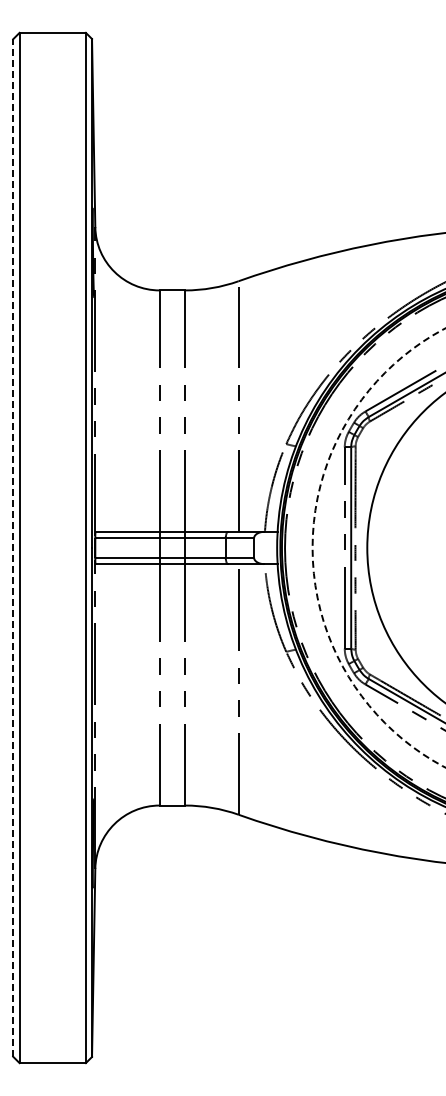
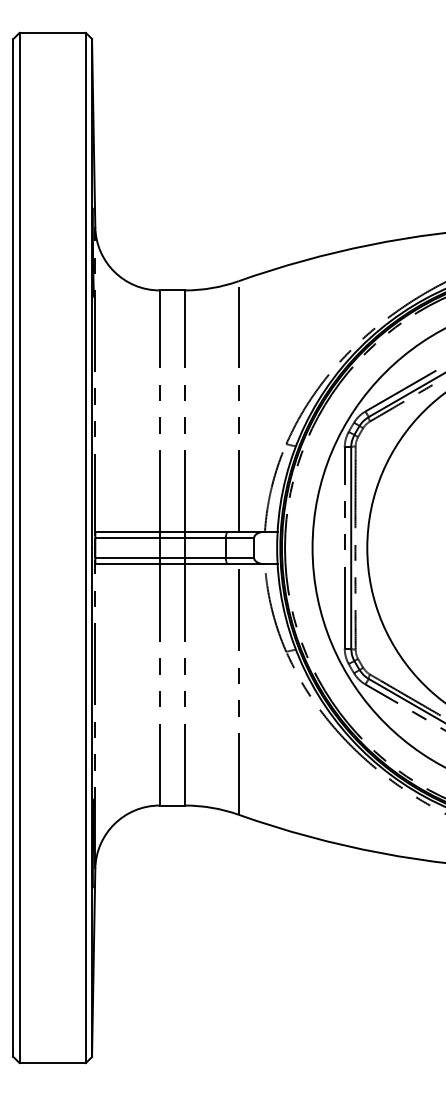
line at (13, 547): dashed -> solid
circle at (378, 547): dashed -> solid
